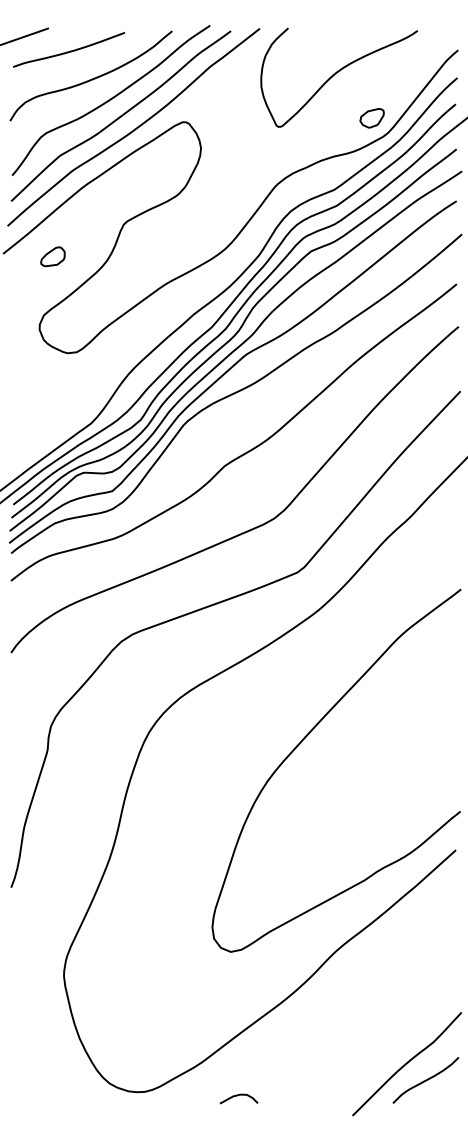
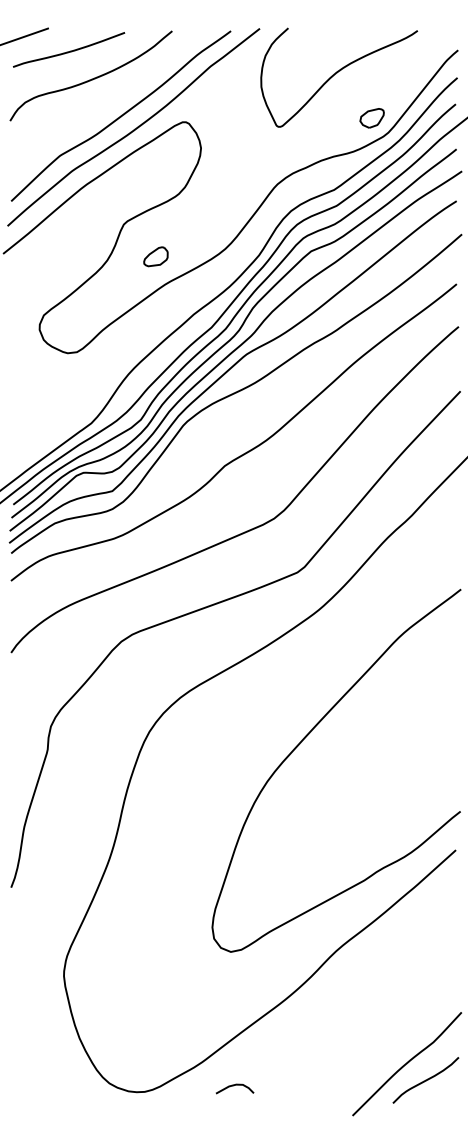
curve at (110, 100): present -> none
part at (52, 256) position: (52, 256) -> (155, 256)
curve at (237, 1096) position: (237, 1096) -> (233, 1086)
